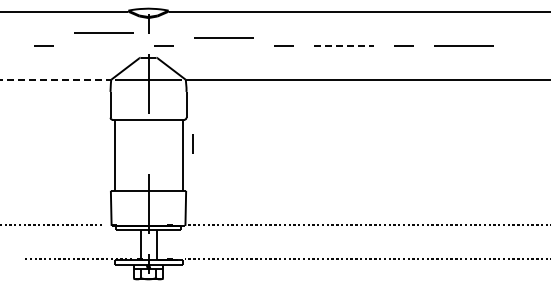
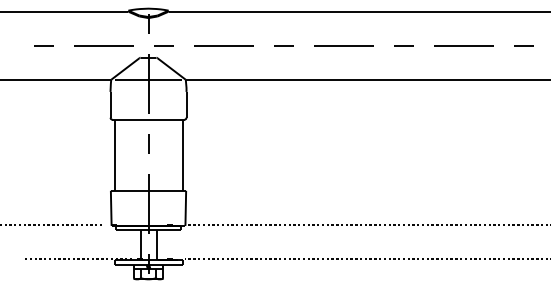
line at (103, 32) position: (103, 32) -> (103, 45)
line at (223, 37) position: (223, 37) -> (223, 45)
line at (344, 45): dashed -> solid
line at (523, 45): none -> present
line at (56, 79): dashed -> solid
line at (192, 143) position: (192, 143) -> (148, 143)
